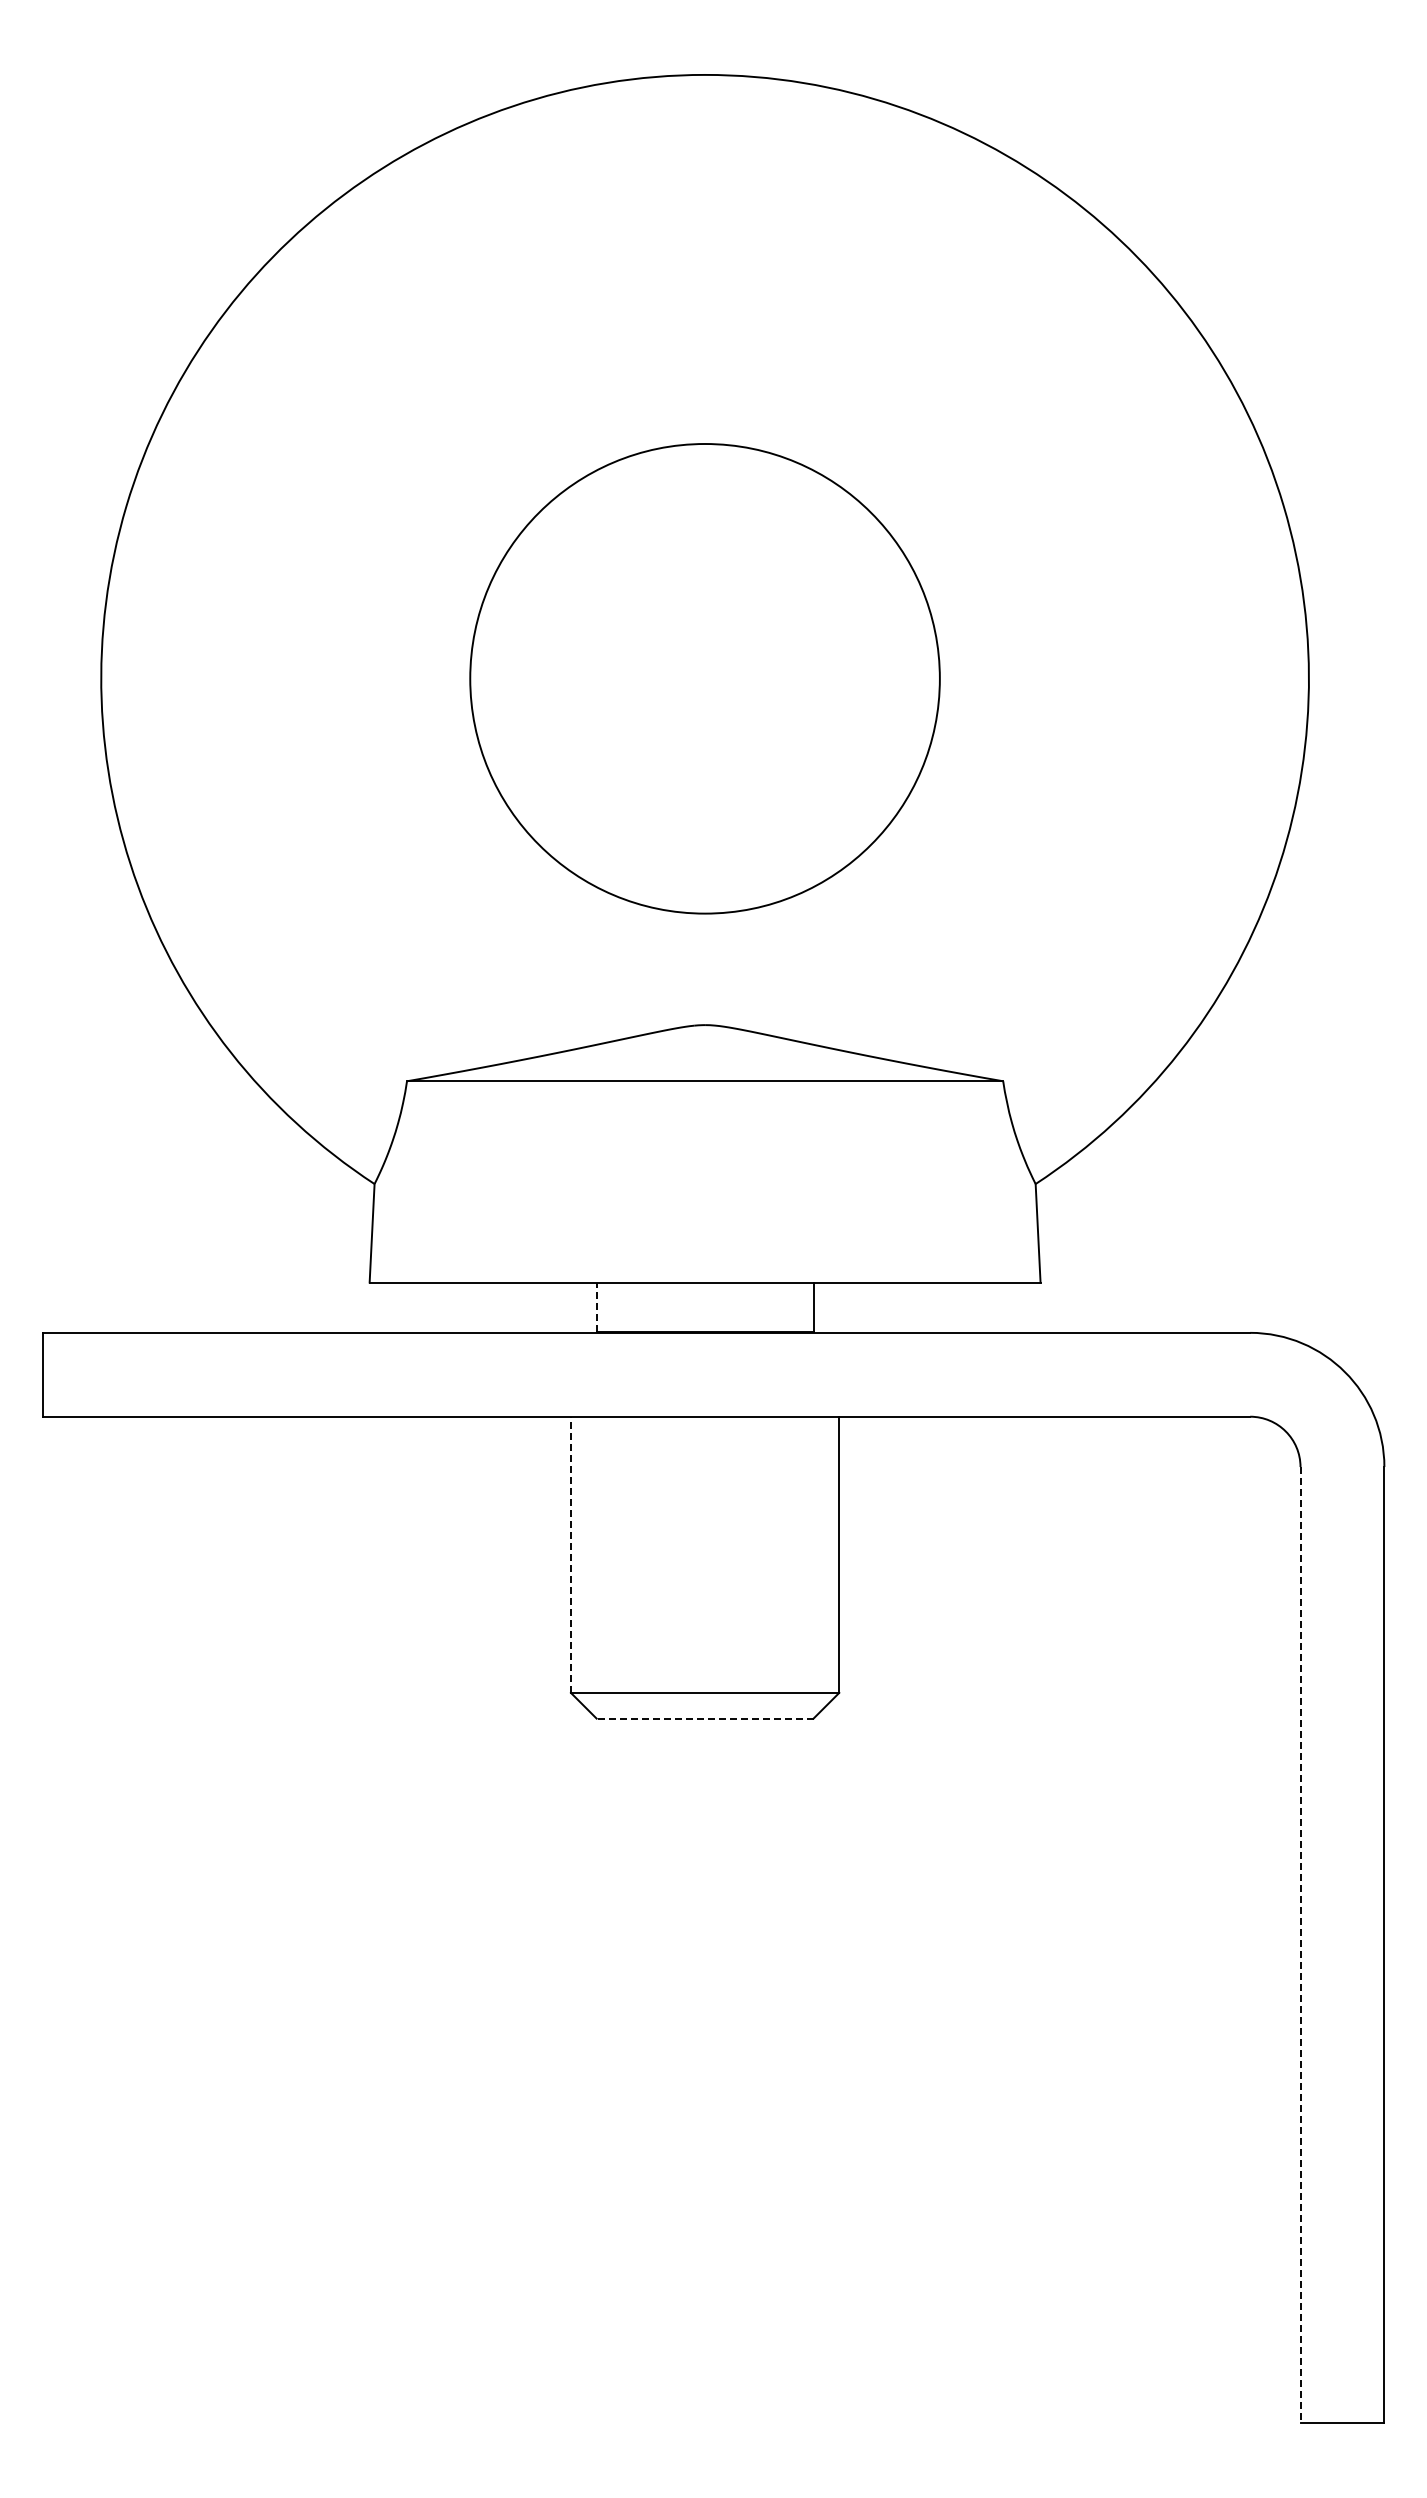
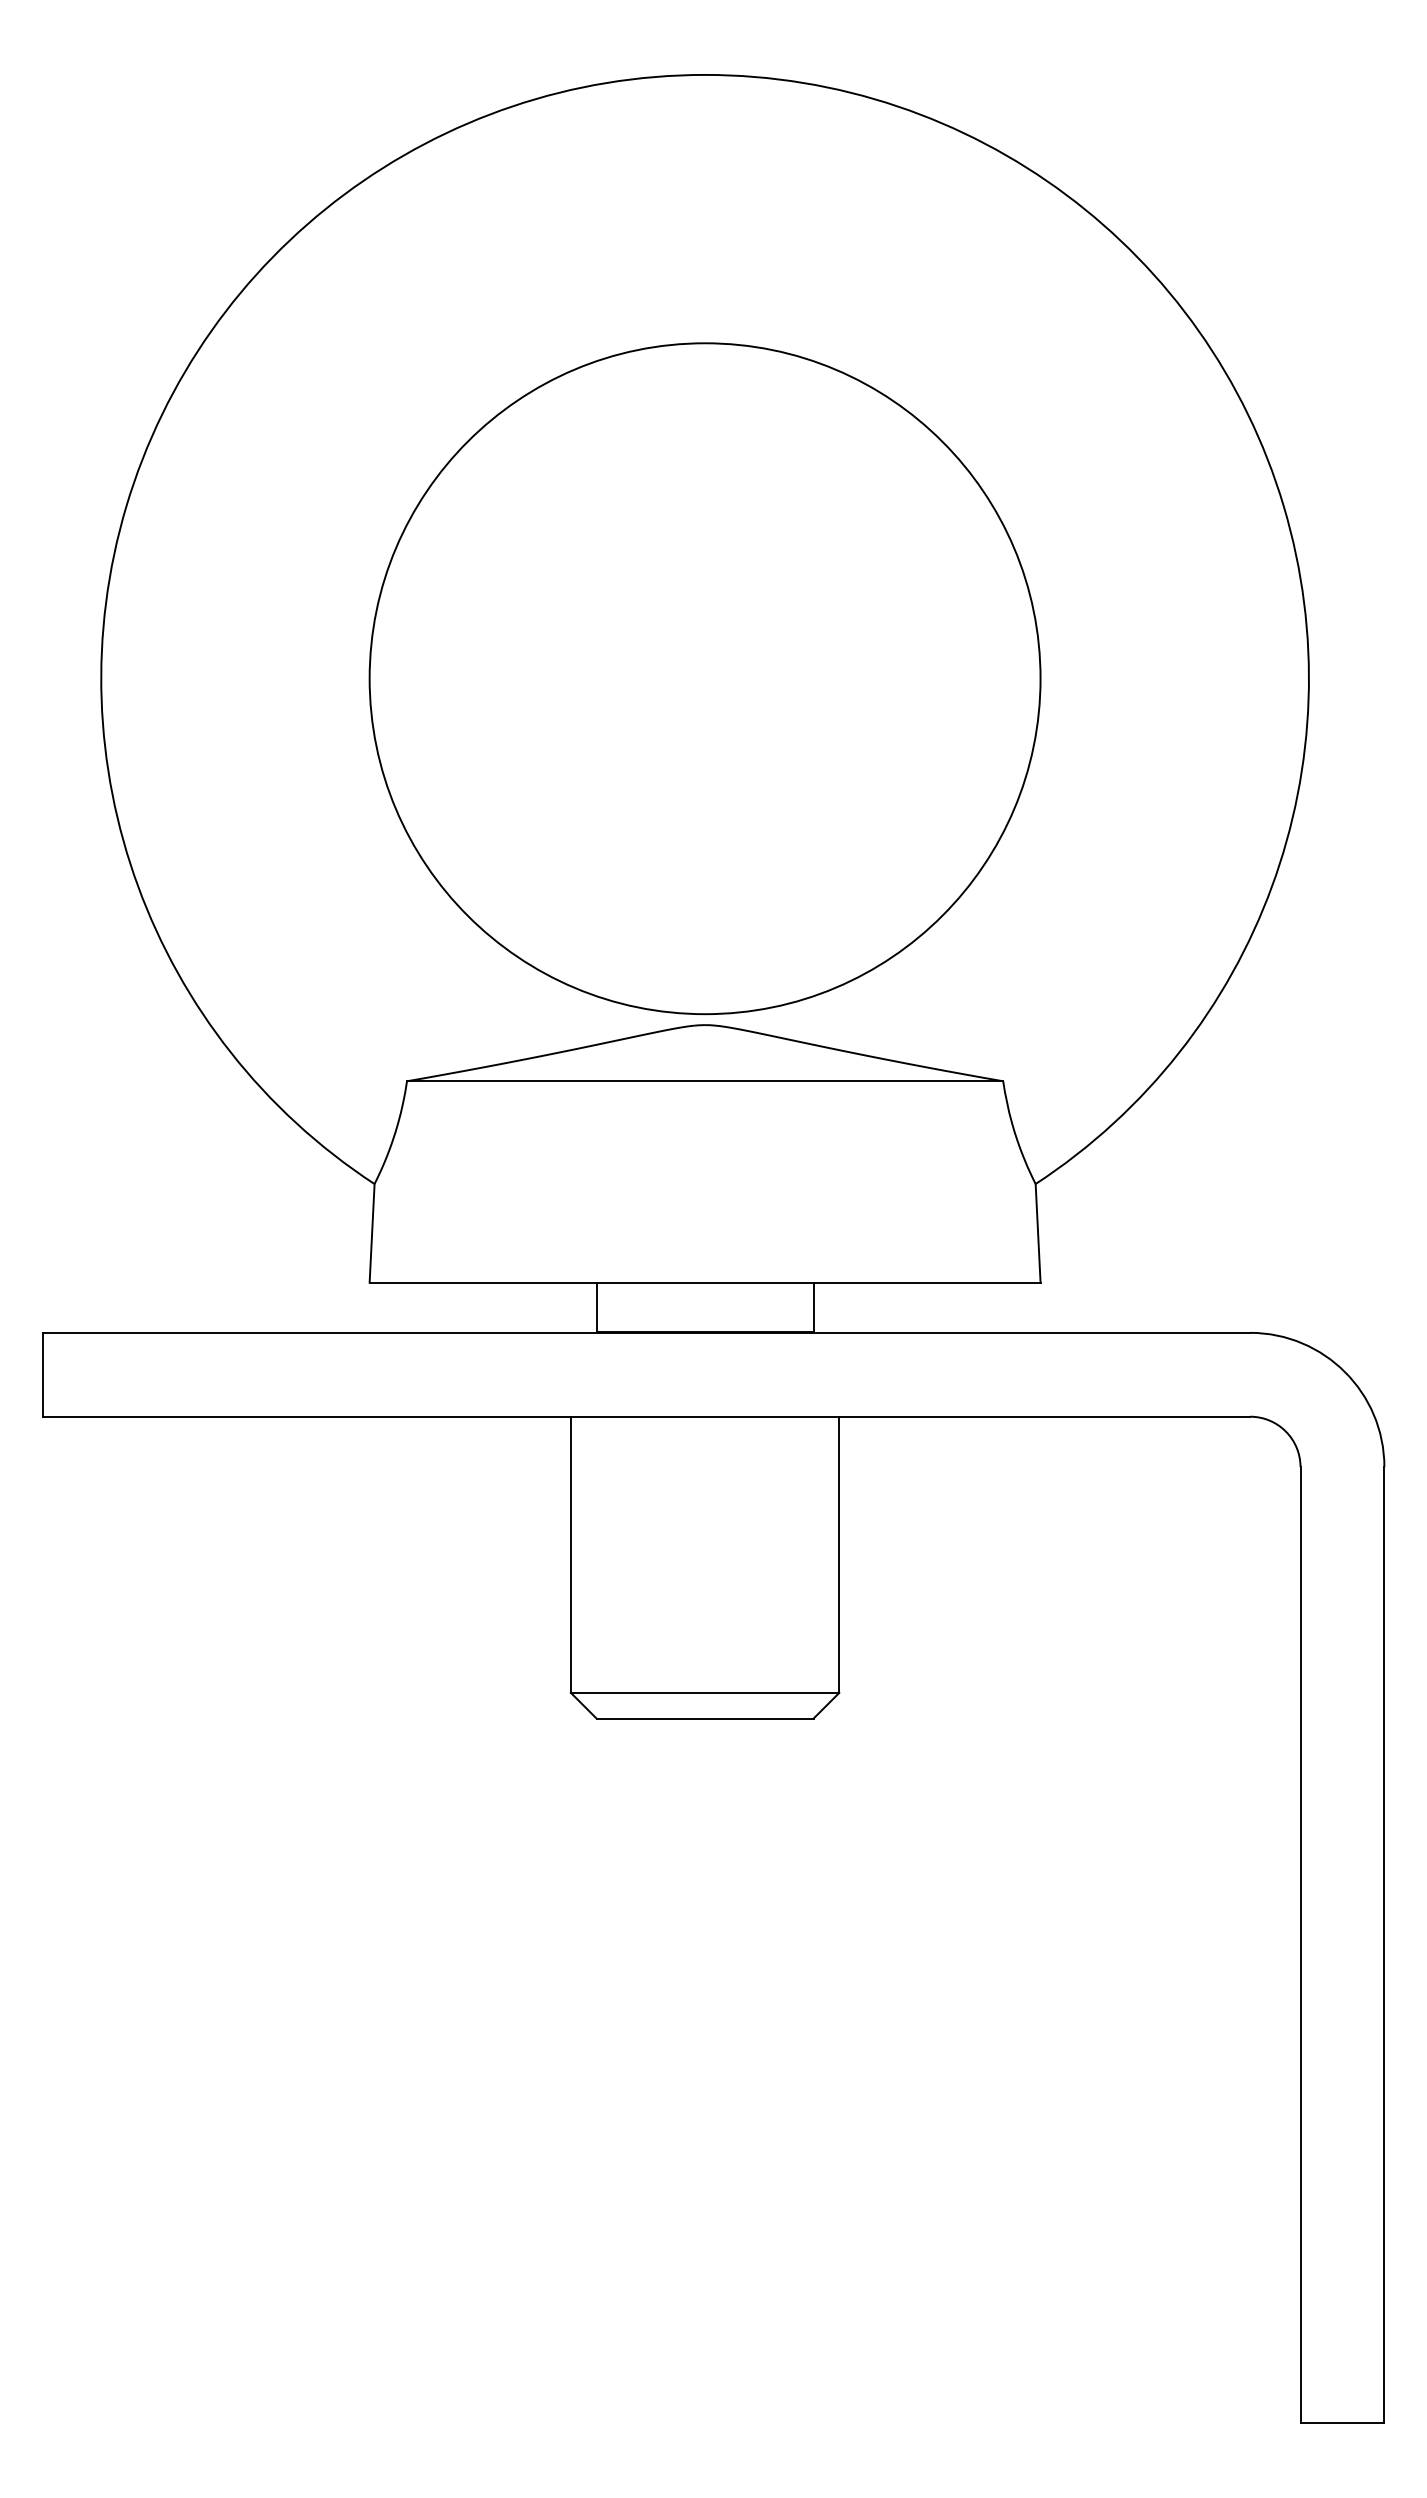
circle at (704, 678) size: 472x472 px -> 674x674 px
line at (596, 1307): dashed -> solid
line at (570, 1554): dashed -> solid
line at (704, 1718): dashed -> solid
line at (1300, 1945): dashed -> solid
